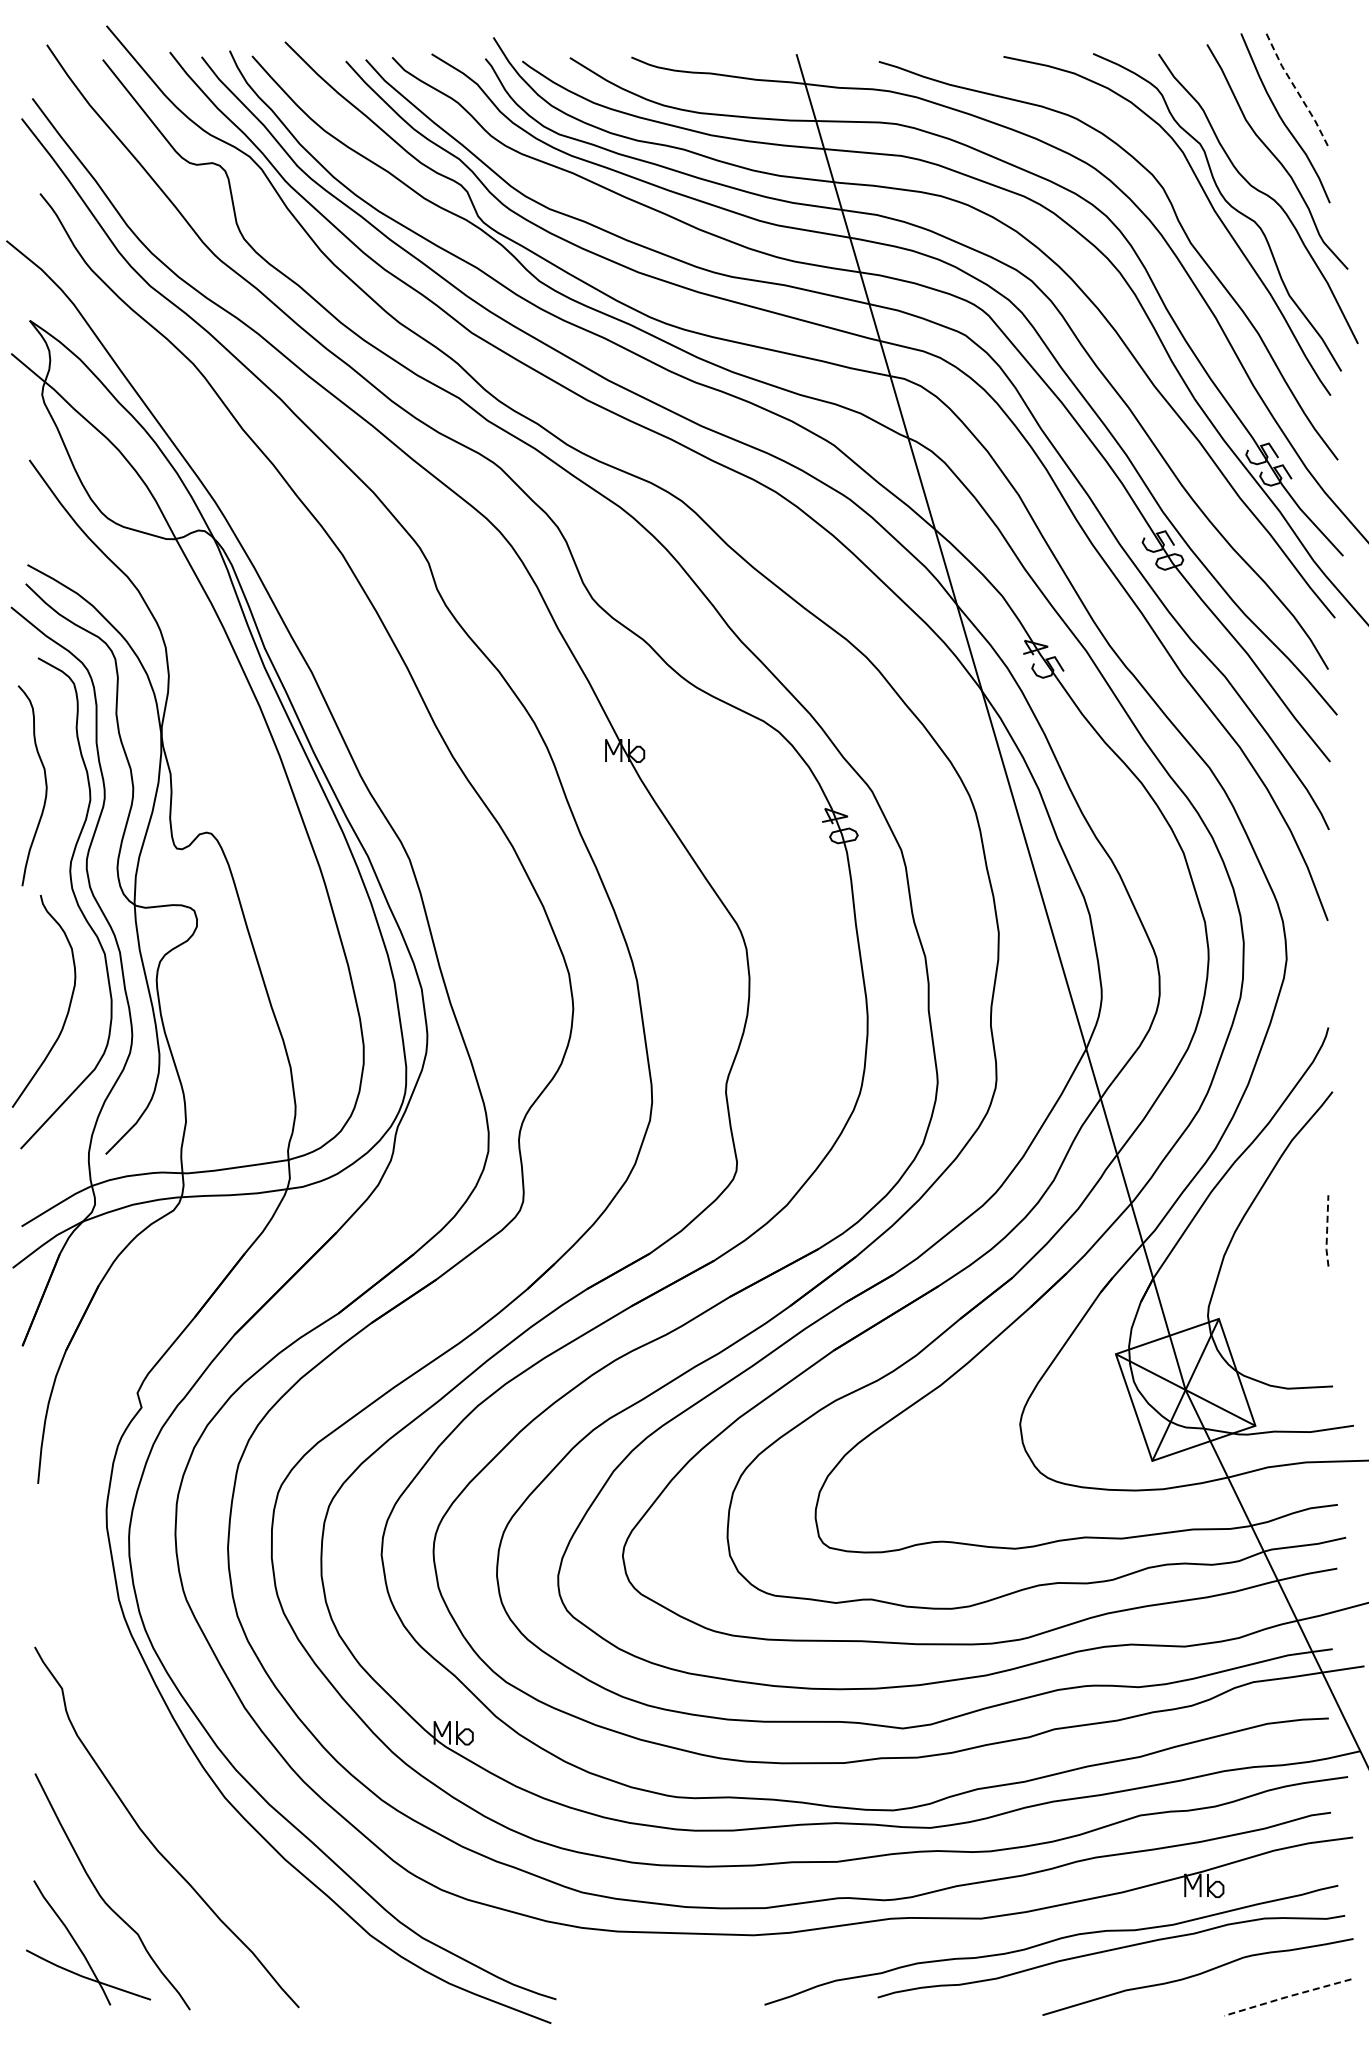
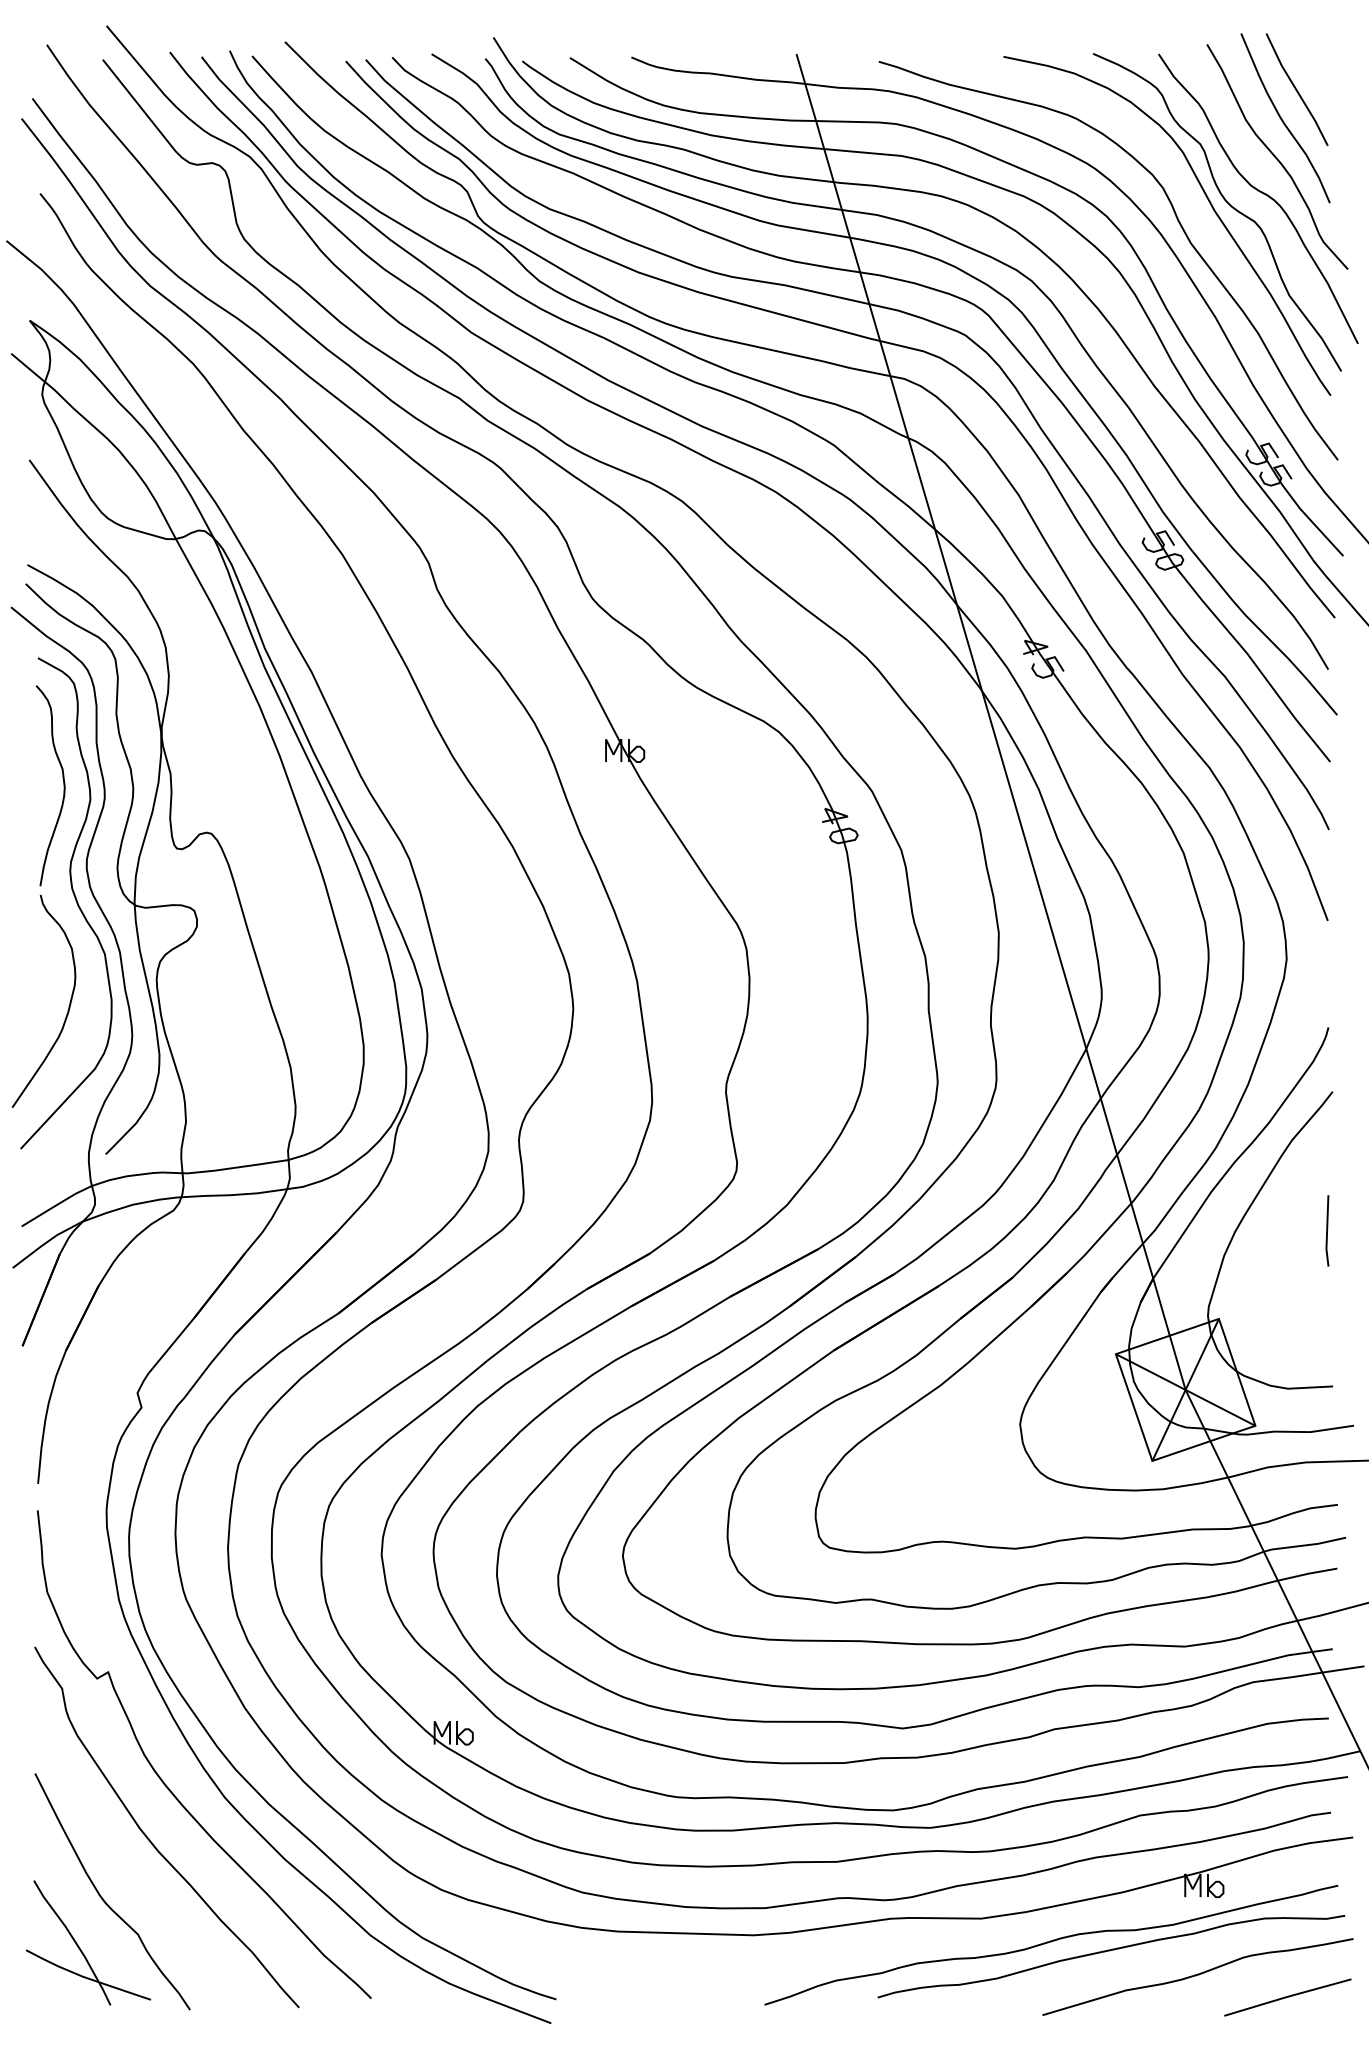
line at (1296, 90): dashed -> solid
curve at (45, 785) position: (45, 785) -> (63, 785)
line at (1327, 1231): dashed -> solid
curve at (166, 1784): none -> present
line at (1286, 1997): dashed -> solid
